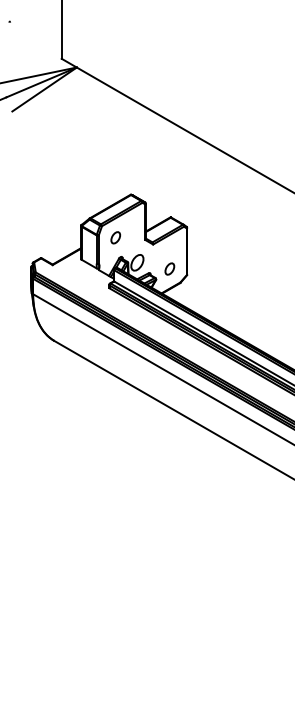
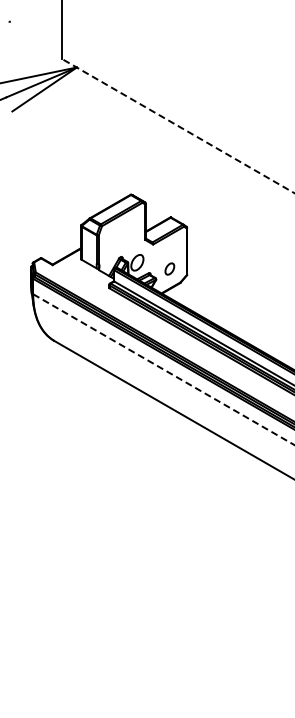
line at (177, 125): solid -> dashed
part at (115, 237): present -> none
line at (163, 369): solid -> dashed
